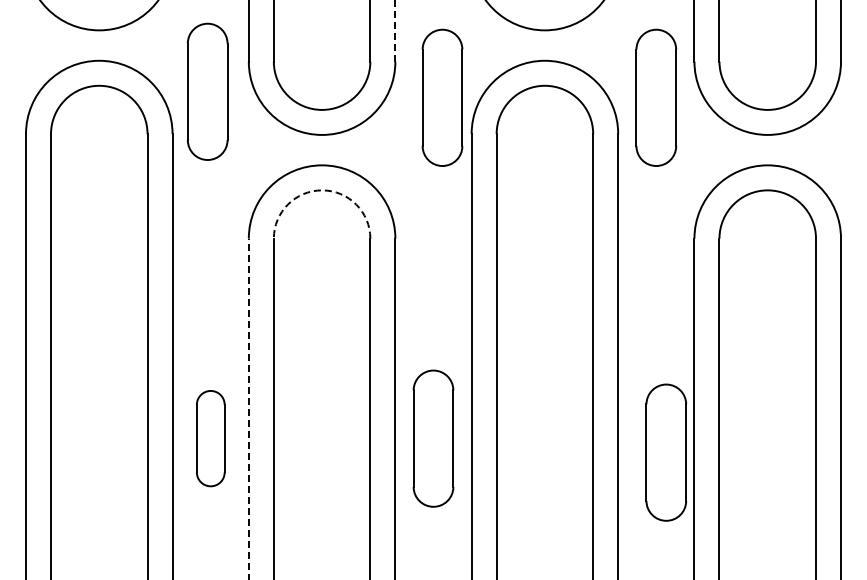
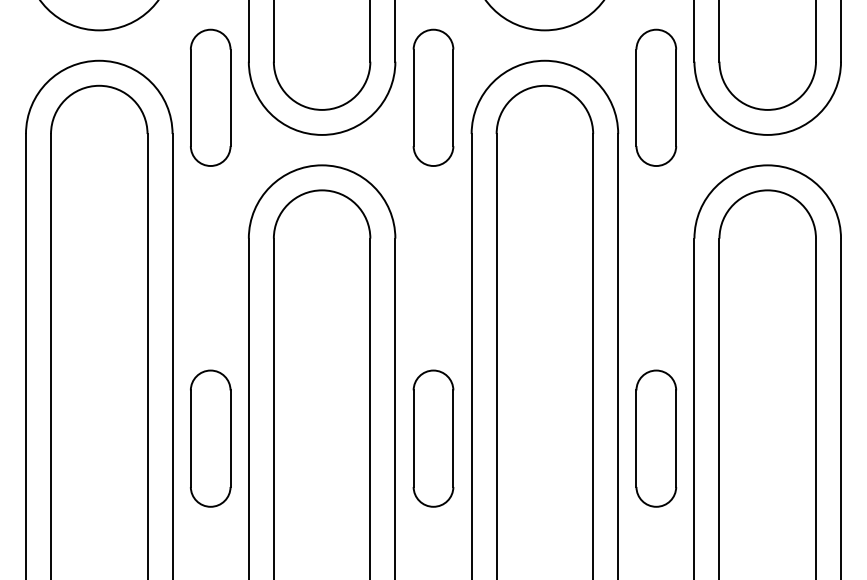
line at (395, 31): dashed -> solid
part at (207, 91) position: (207, 91) -> (210, 97)
part at (442, 97) position: (442, 97) -> (433, 97)
arc at (322, 190): dashed -> solid
line at (248, 408): dashed -> solid
part at (210, 438) size: 30x98 px -> 42x139 px
part at (666, 452) position: (666, 452) -> (656, 438)
